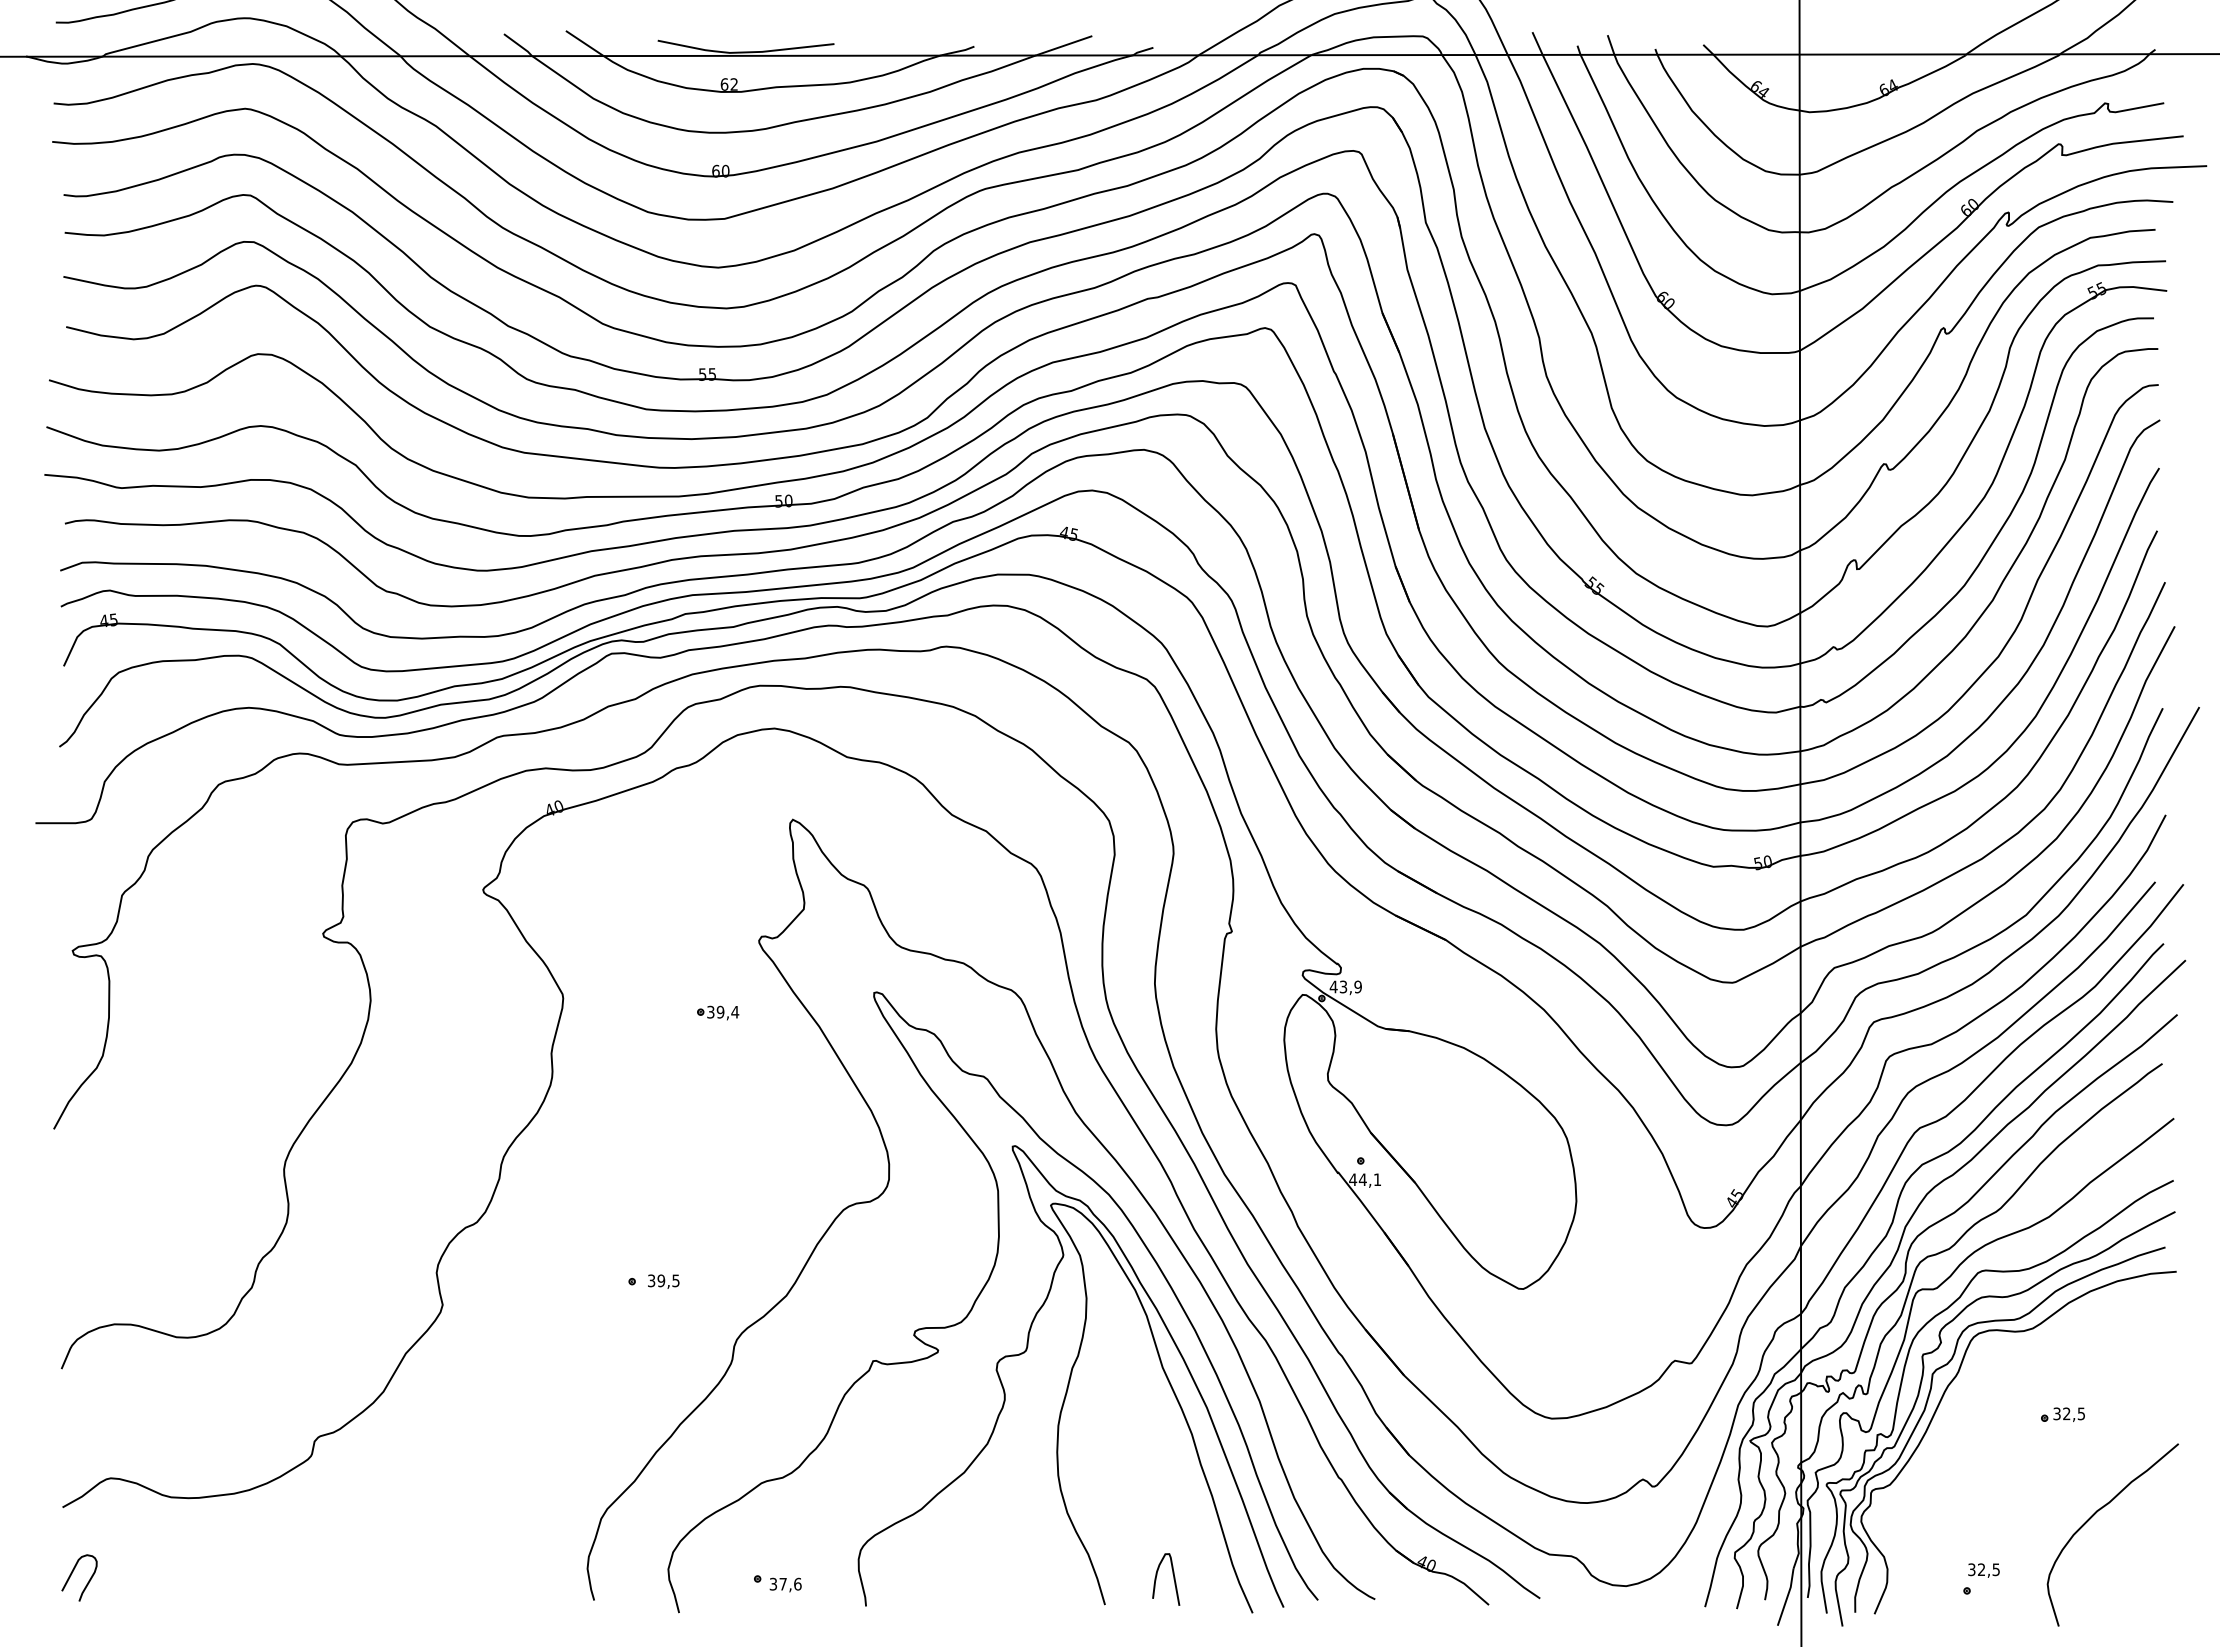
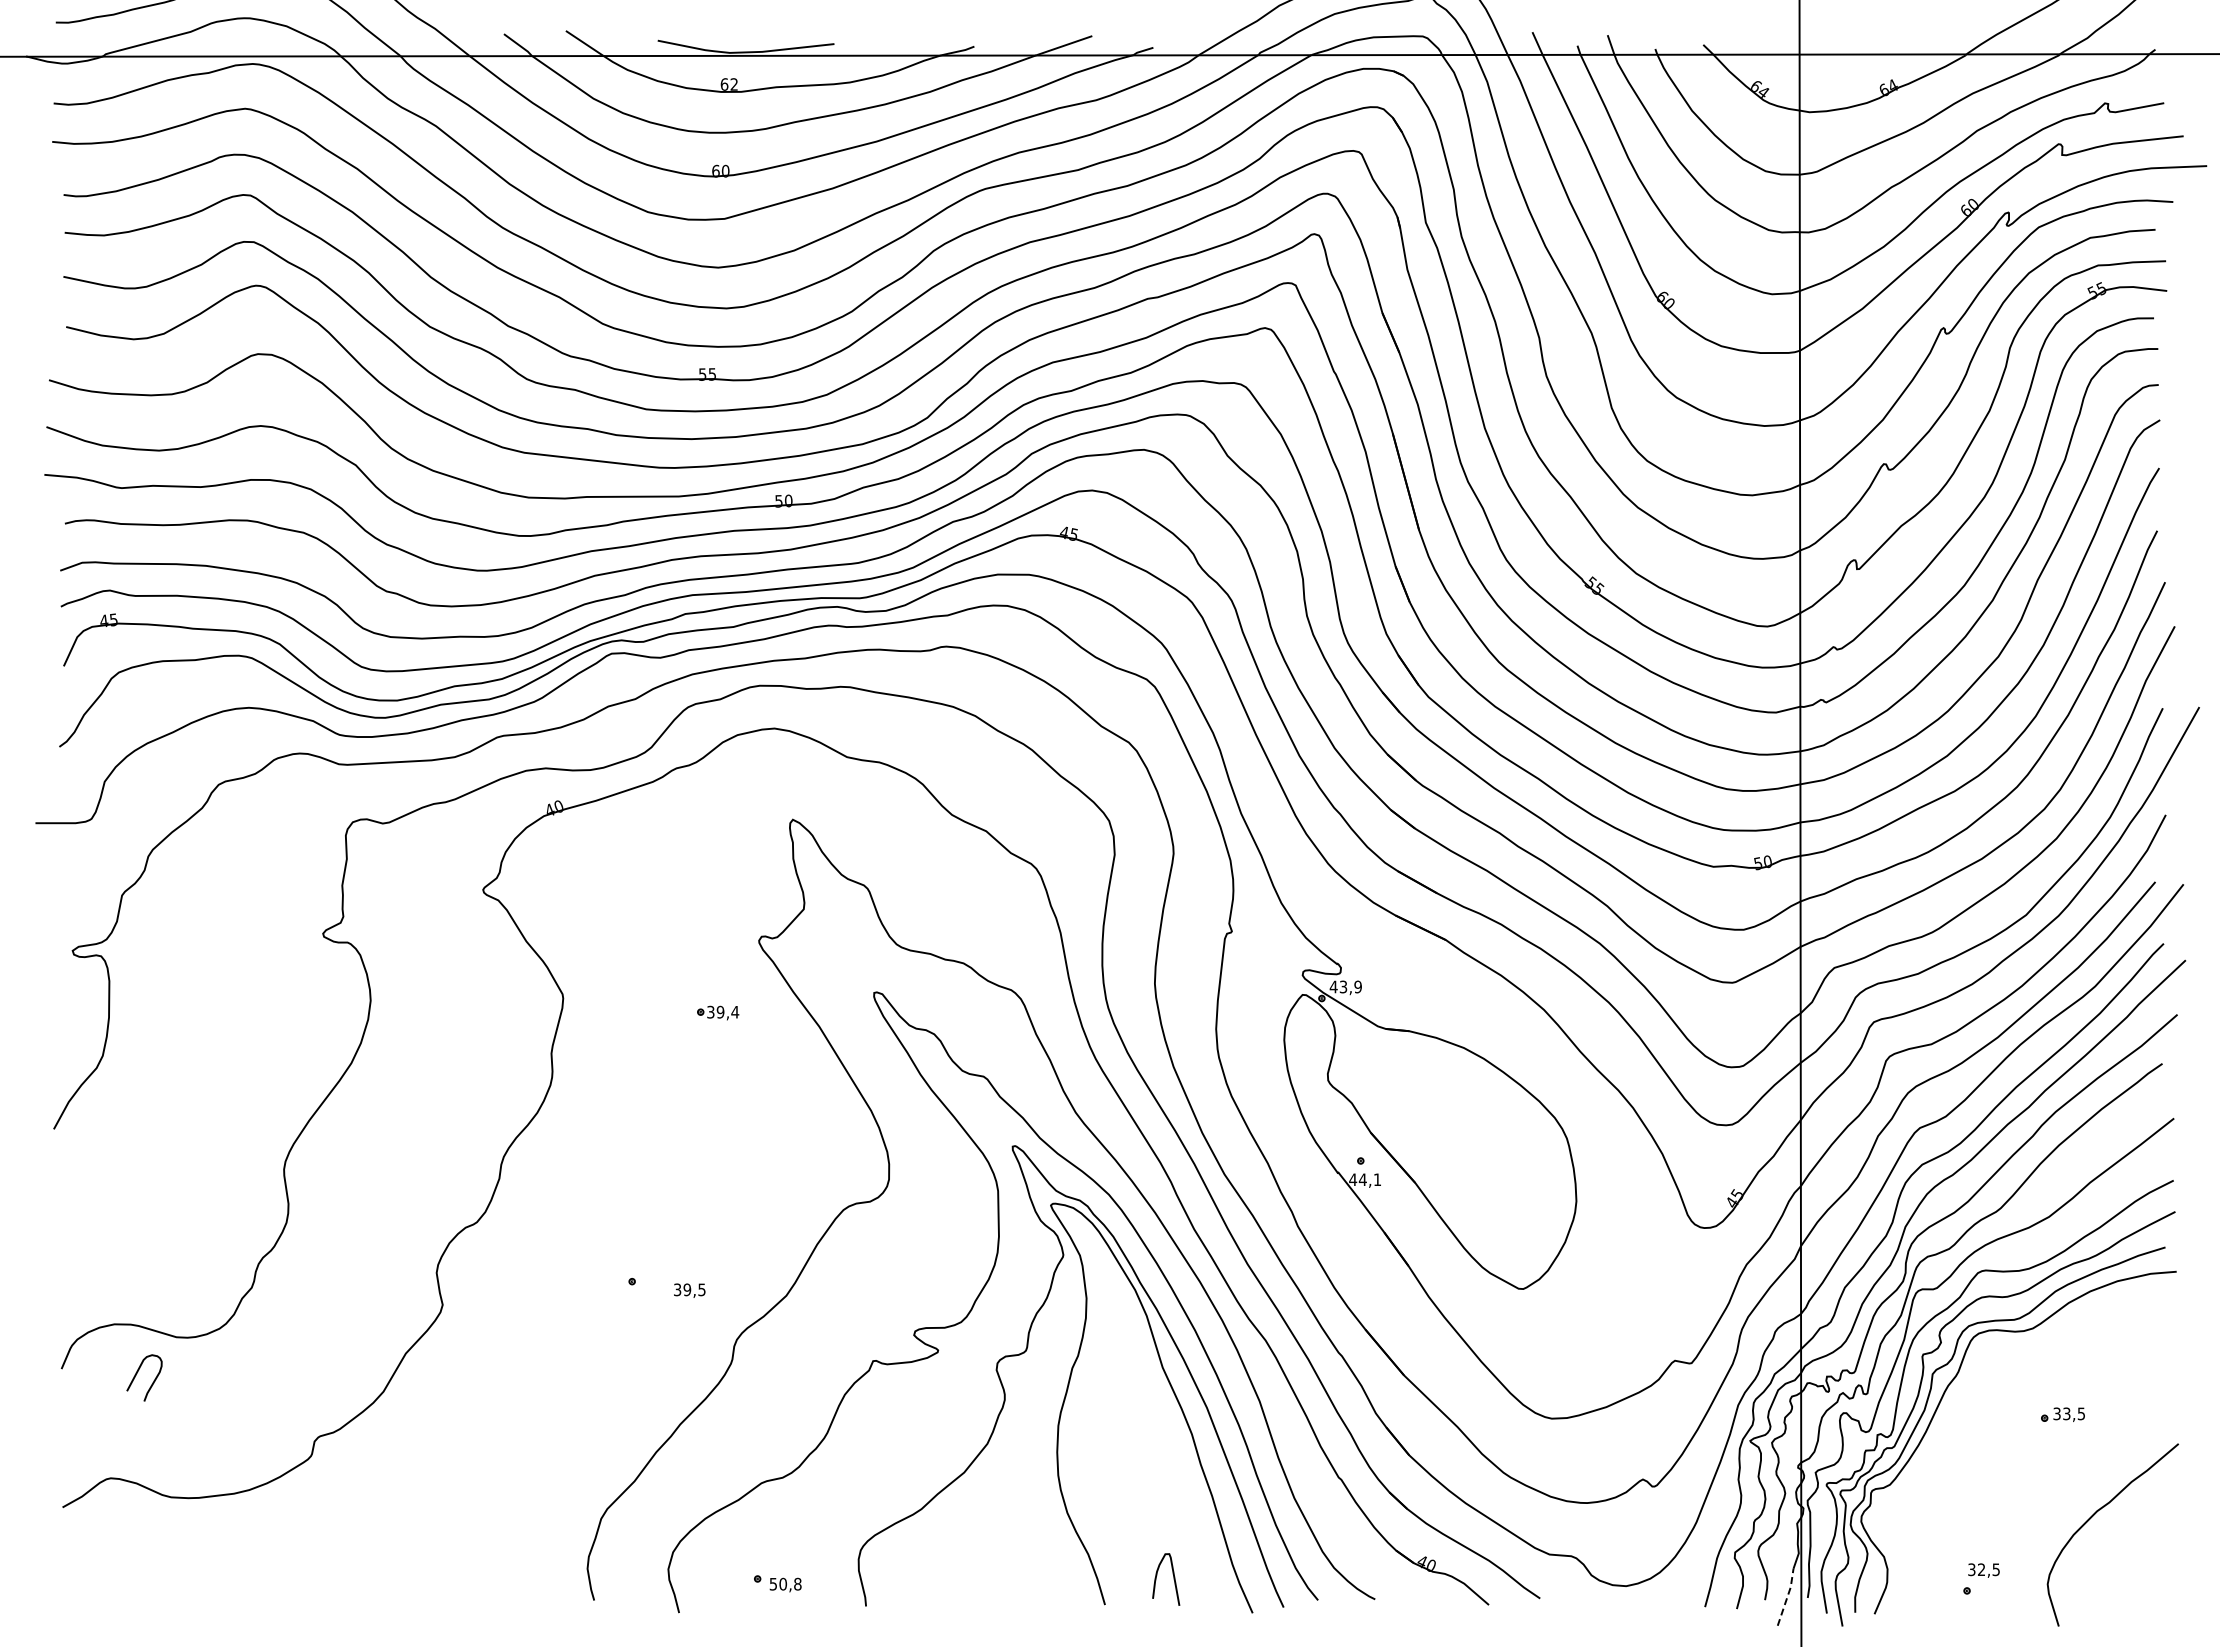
text at (663, 1281) position: (663, 1281) -> (689, 1290)
text at (2066, 1414): 32,5 -> 33,5
curve at (72, 1573) position: (72, 1573) -> (137, 1373)
text at (785, 1583): 37,6 -> 50,8
line at (1787, 1596): solid -> dashed
